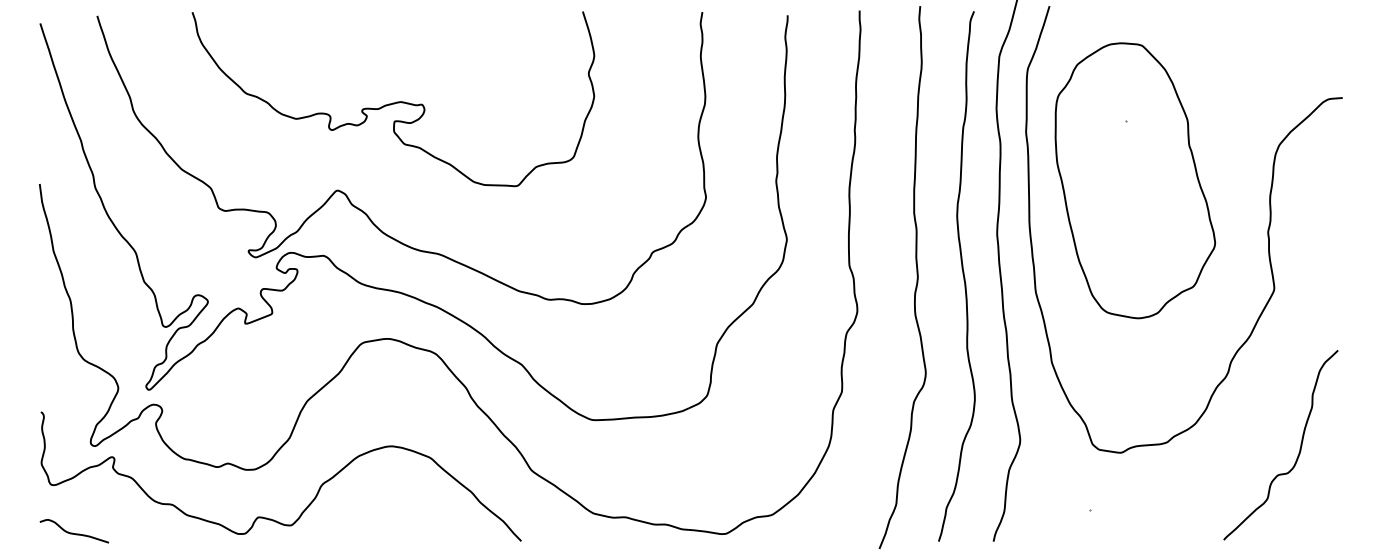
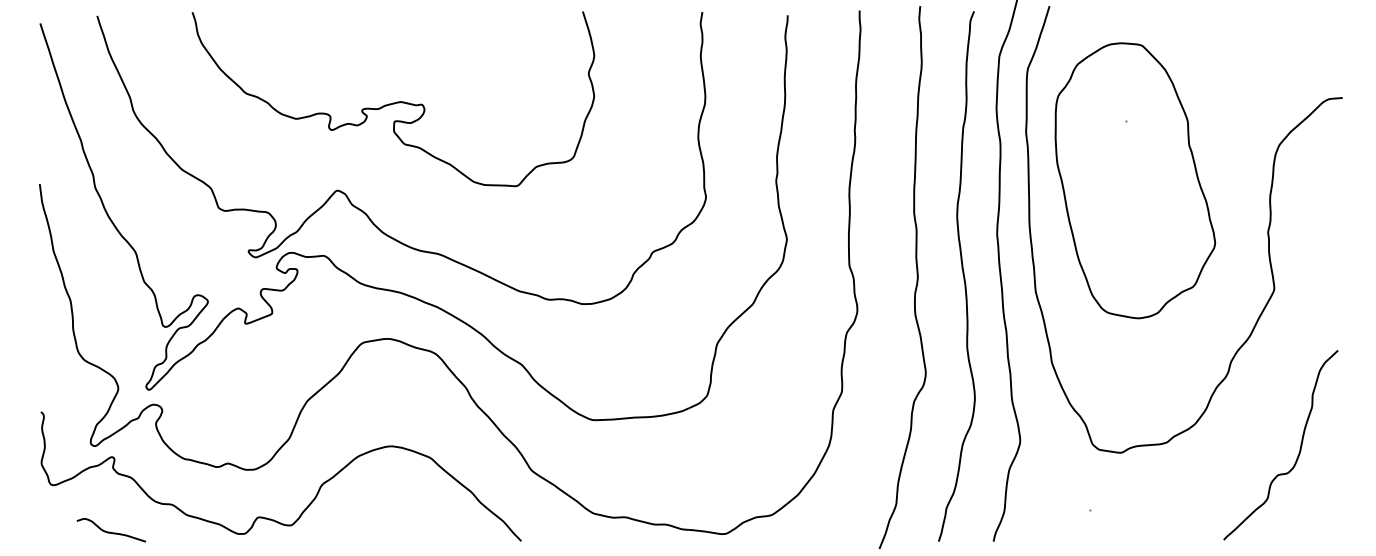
curve at (74, 533) position: (74, 533) -> (111, 532)
